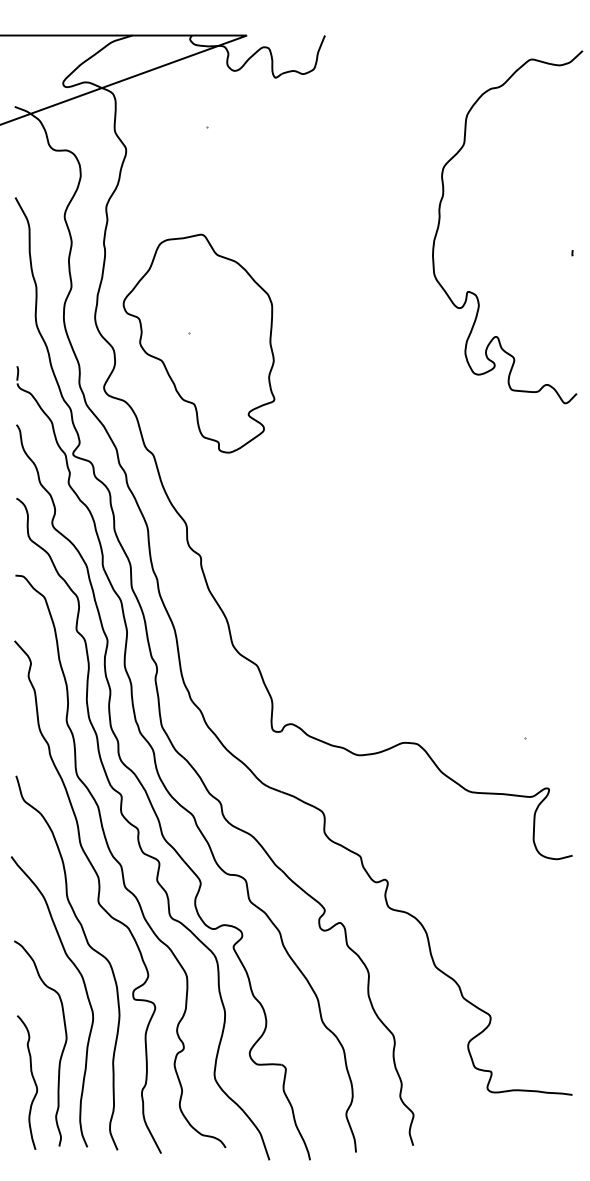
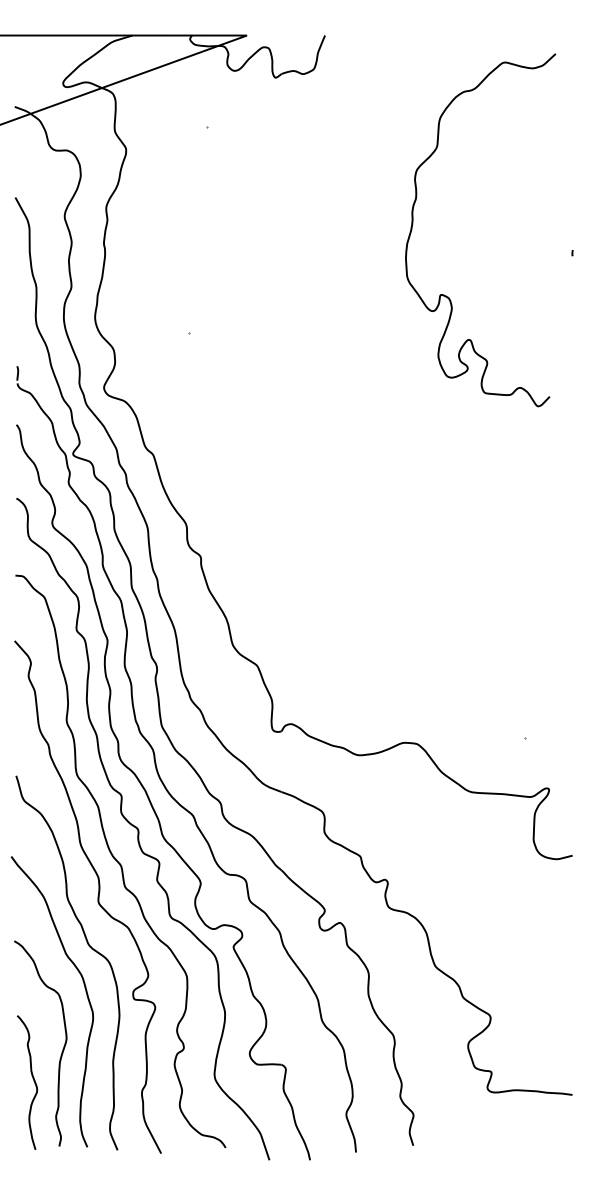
curve at (440, 221) position: (440, 221) -> (413, 224)
part at (198, 343): present -> none
